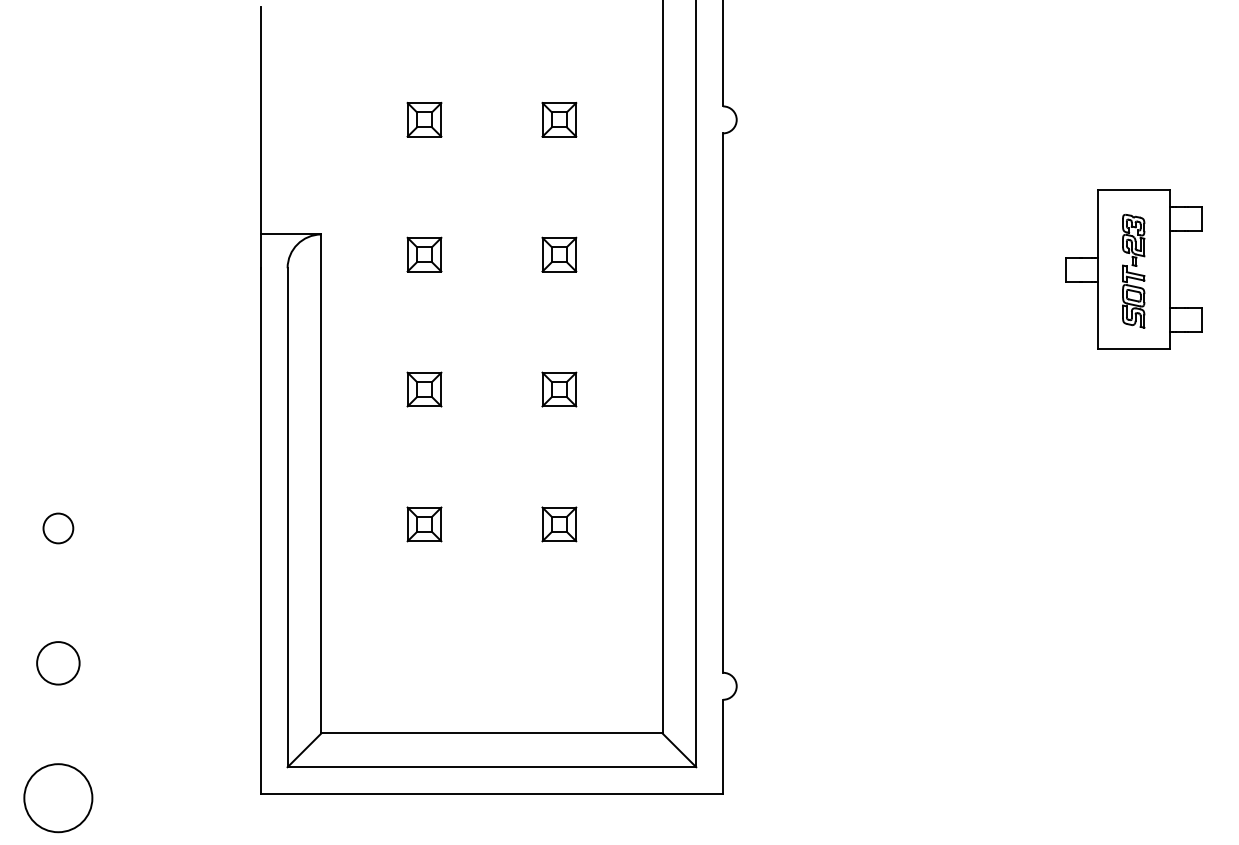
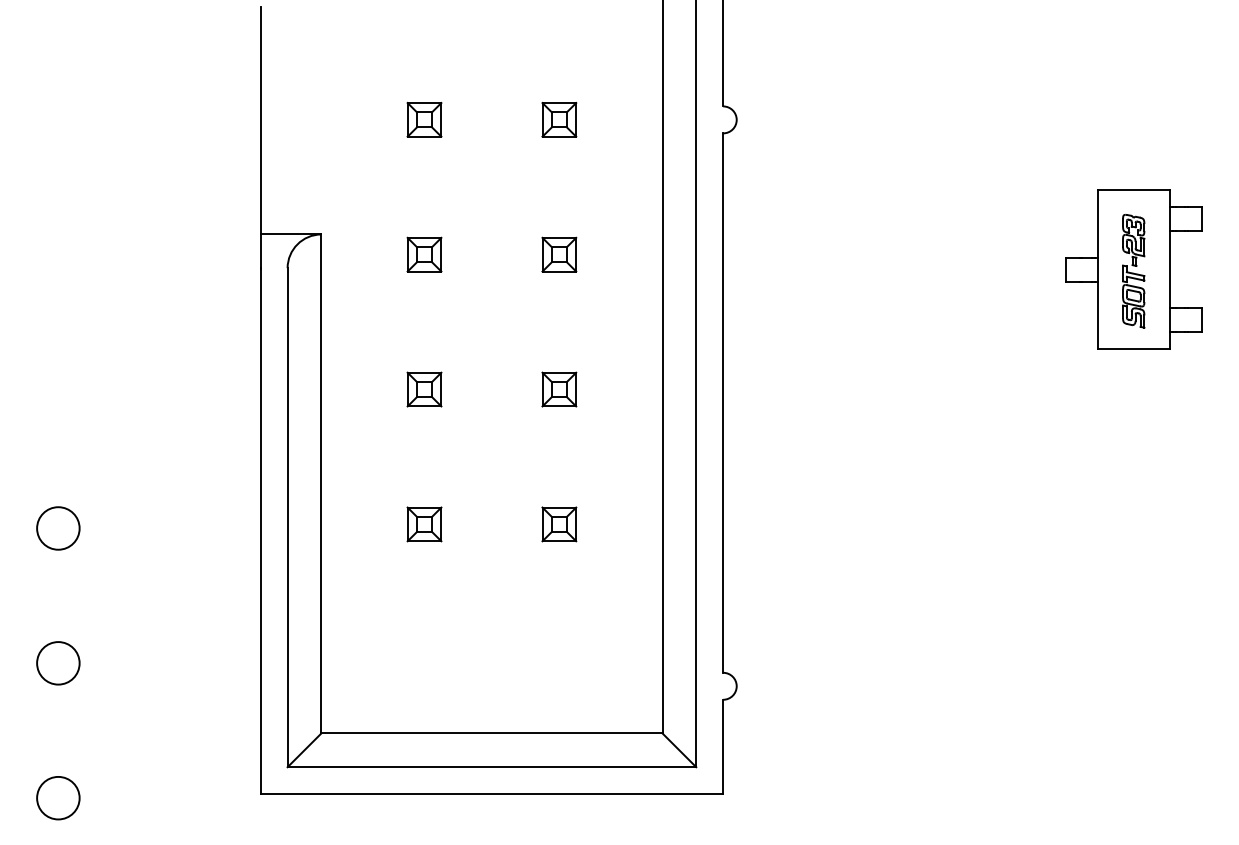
circle at (58, 528) size: 33x33 px -> 45x45 px
circle at (58, 798) diameter: 68 px -> 43 px
